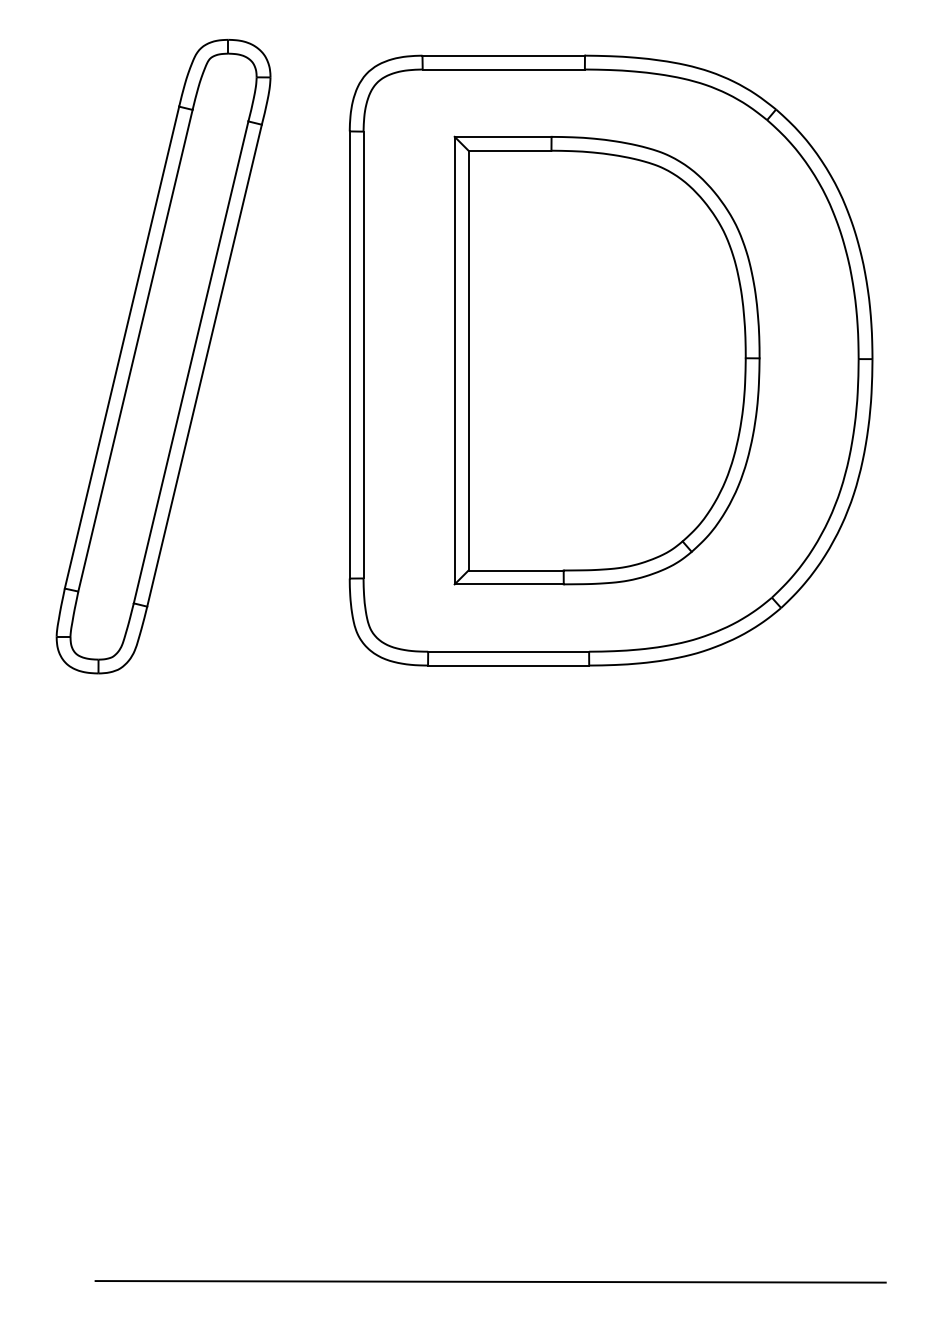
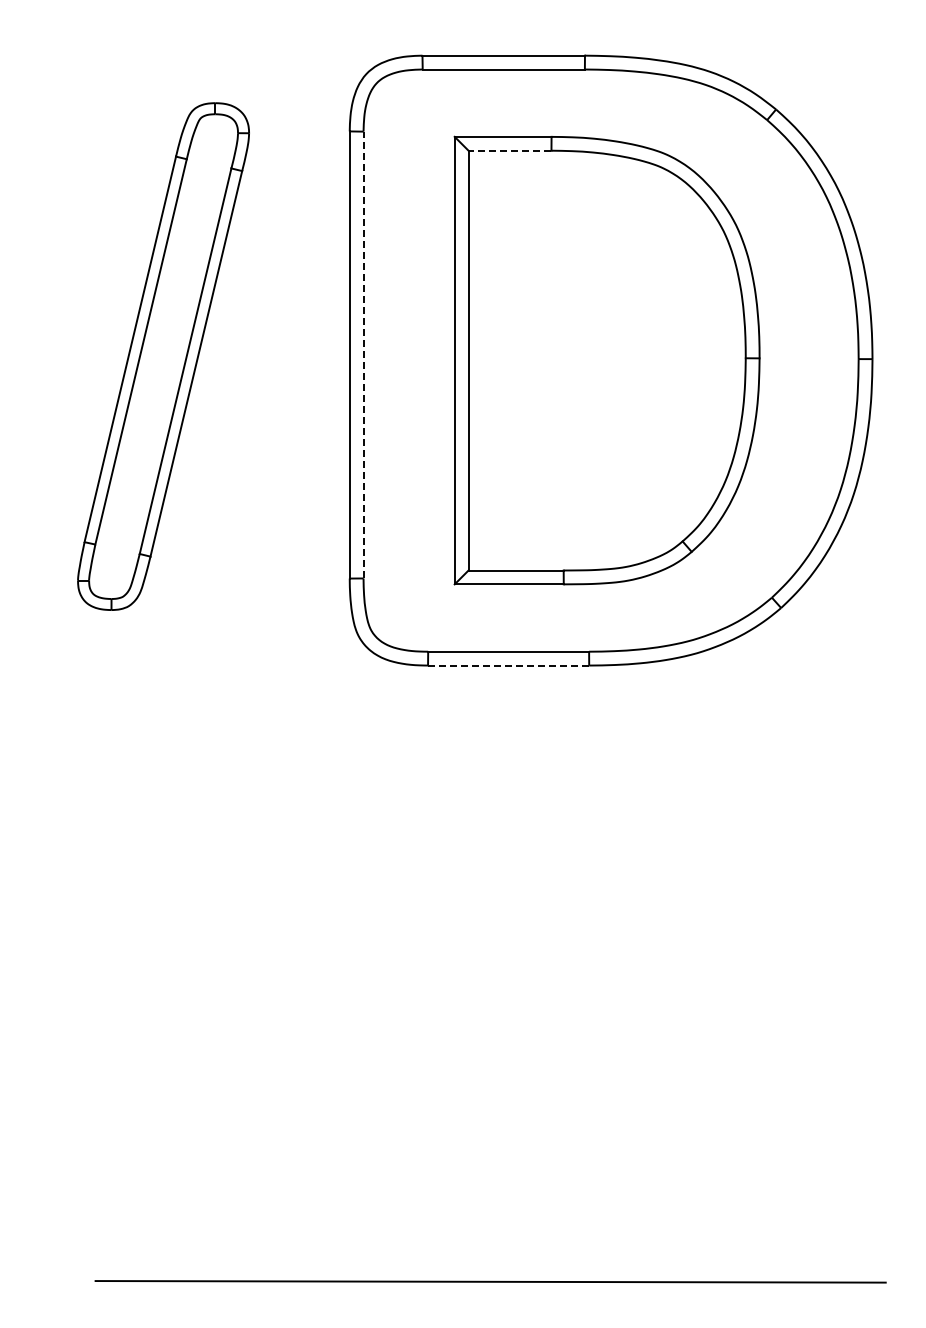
line at (509, 150): solid -> dashed
line at (363, 354): solid -> dashed
part at (163, 356) size: 217x637 px -> 173x509 px
line at (508, 665): solid -> dashed
